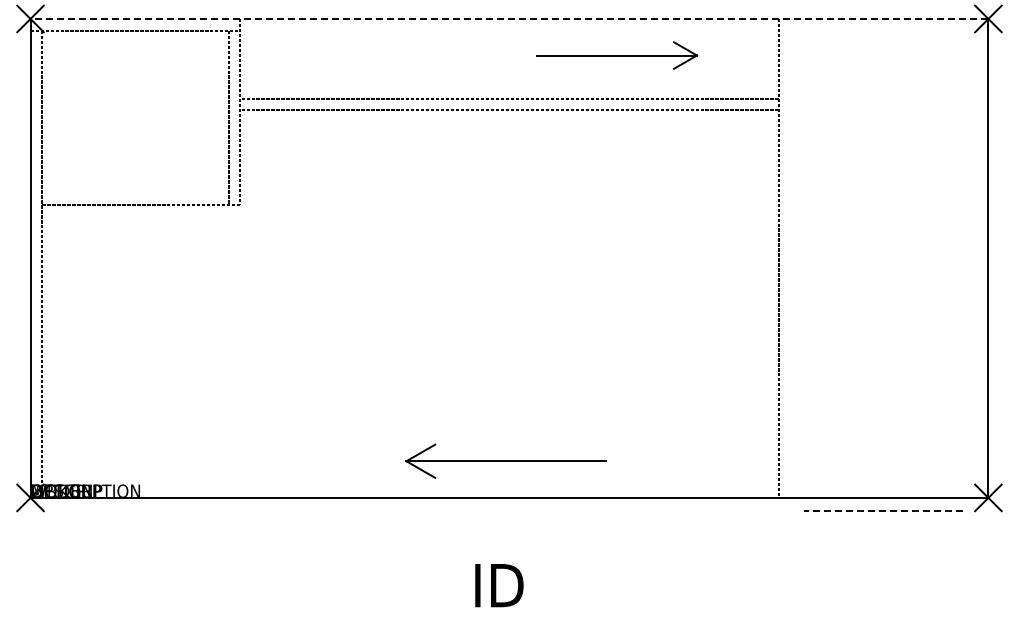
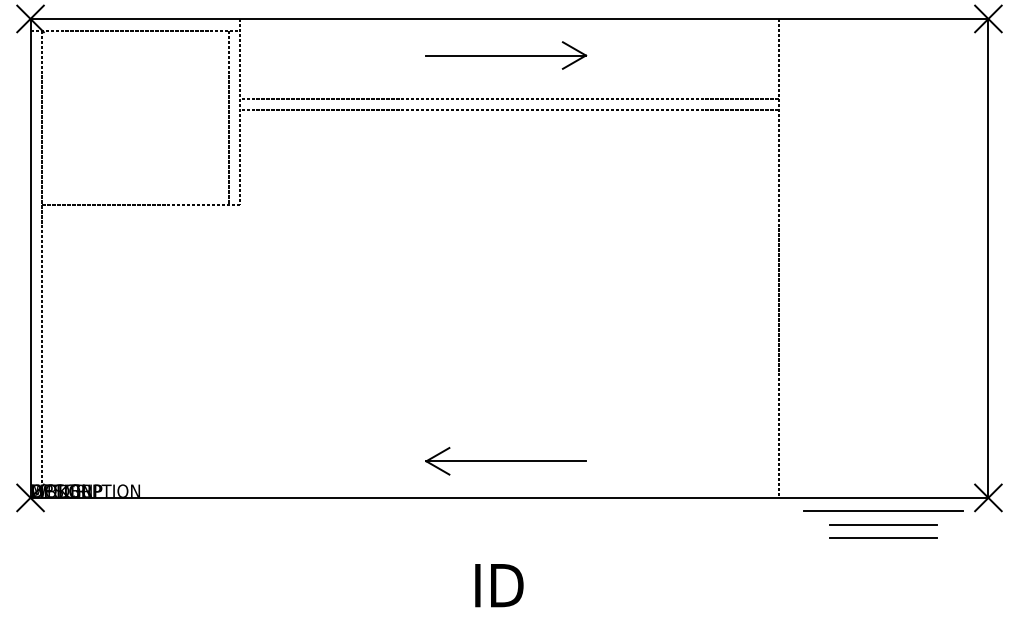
line at (509, 18): dashed -> solid
part at (617, 55) position: (617, 55) -> (506, 55)
part at (505, 460) size: 202x36 px -> 162x29 px
line at (883, 511): dashed -> solid
line at (883, 524): none -> present
line at (883, 537): none -> present
